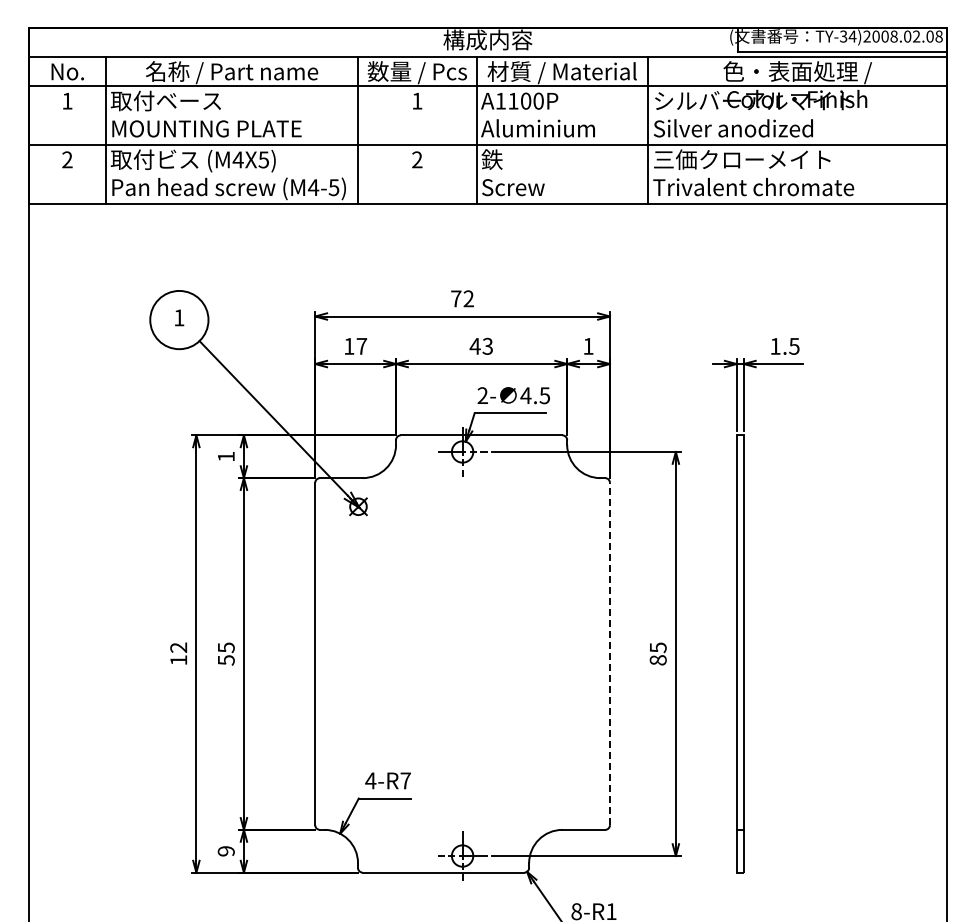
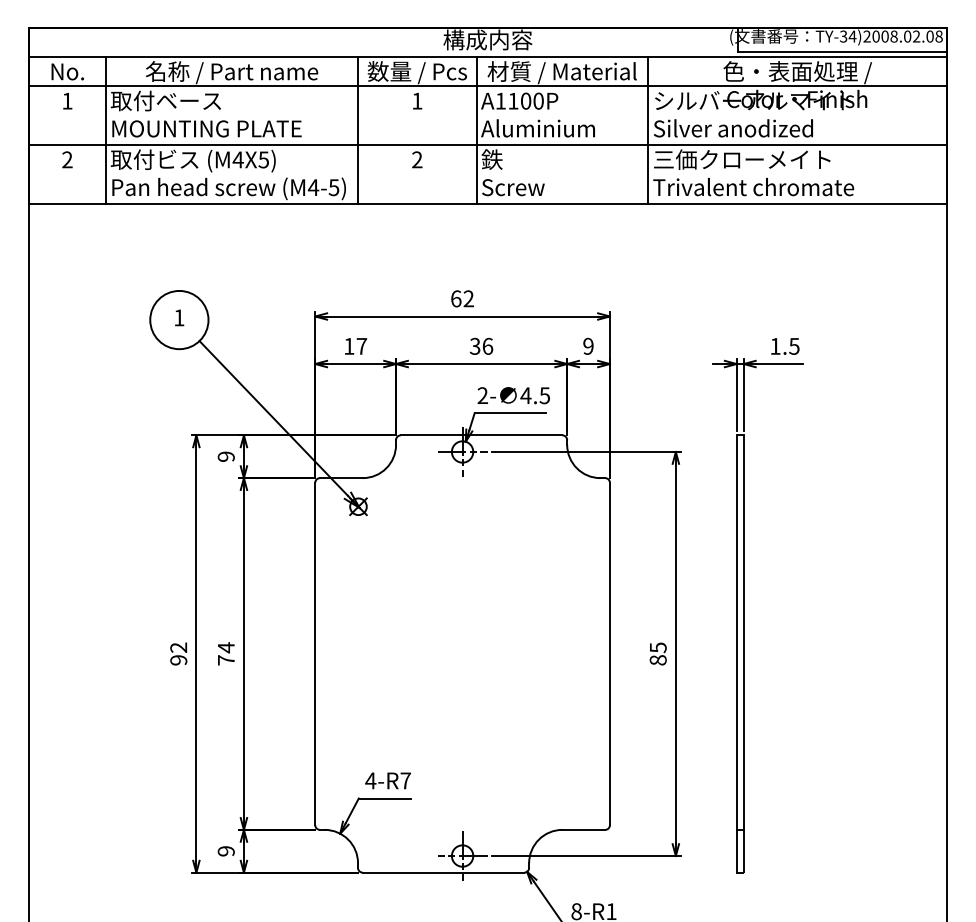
text at (456, 298): 72 -> 62
text at (481, 345): 43 -> 36
text at (588, 345): 1 -> 9
text at (225, 456): 1 -> 9
text at (226, 653): 55 -> 74
line at (609, 653): dashed -> solid
text at (178, 660): 12 -> 92
